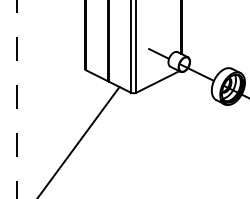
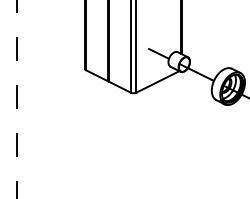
line at (79, 141): present -> none
